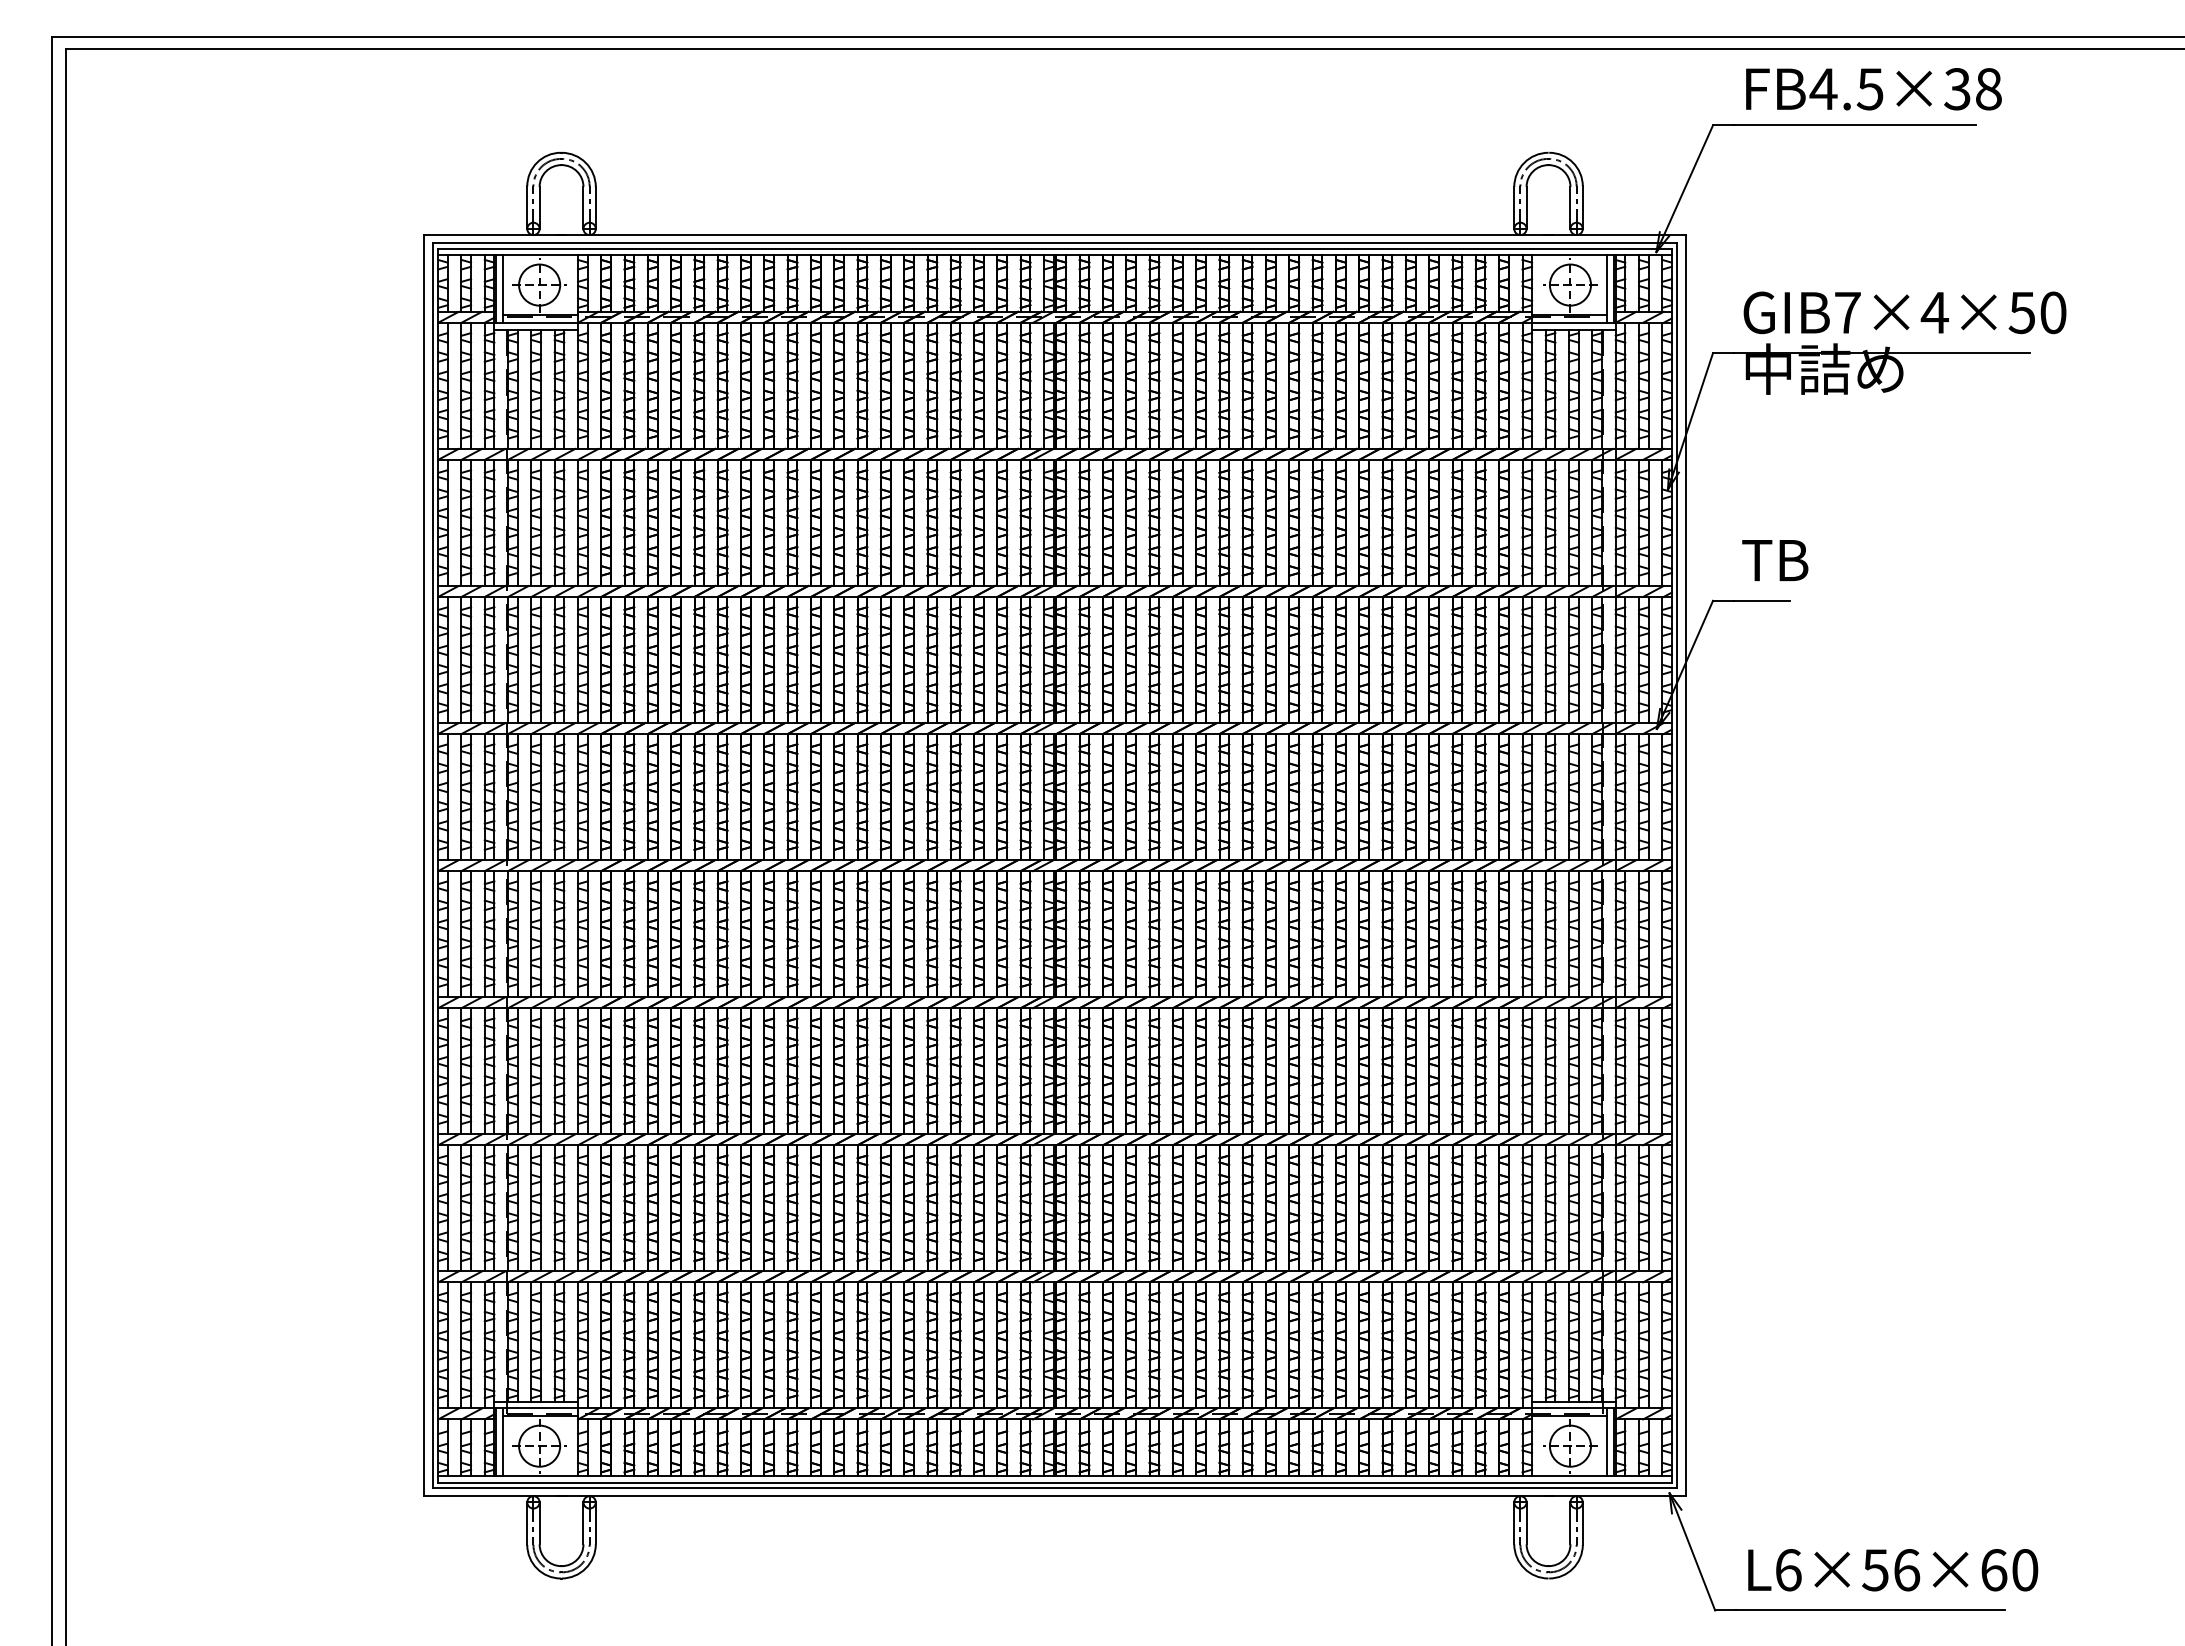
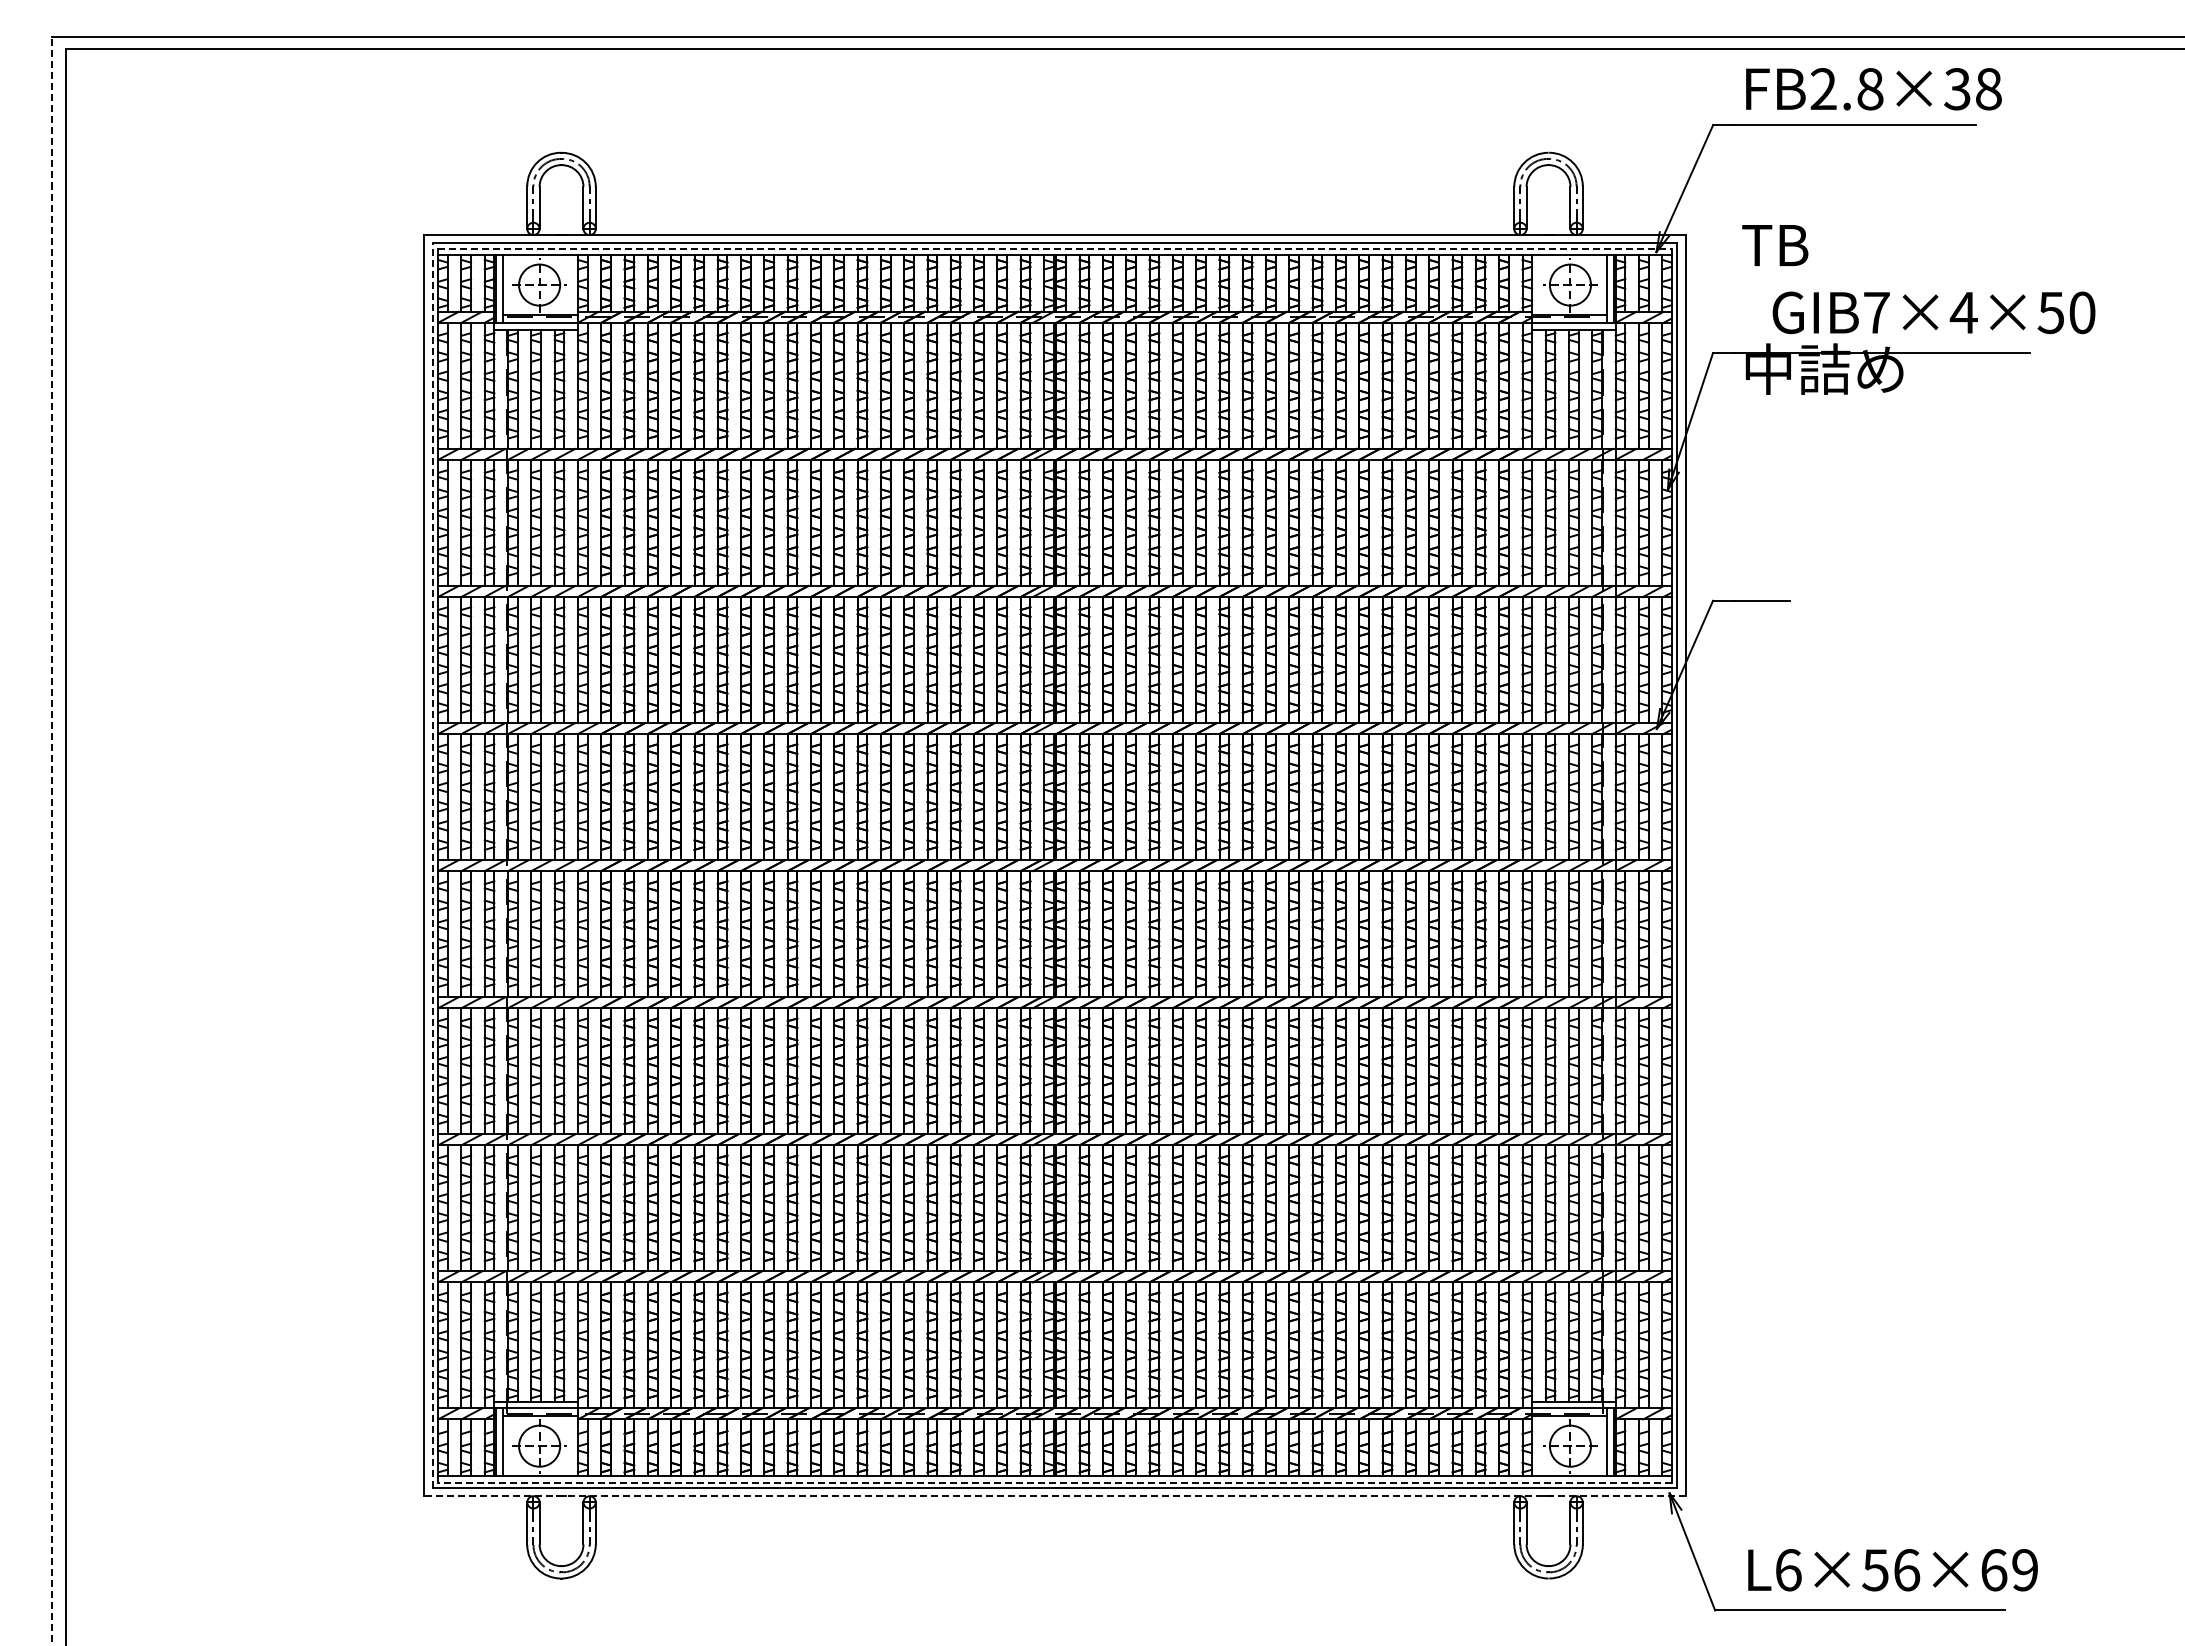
text at (1846, 89): FB4.5×38 -> FB2.8×38
line at (1055, 248): solid -> dashed
text at (1904, 312) position: (1904, 312) -> (1933, 312)
text at (1775, 560) position: (1775, 560) -> (1775, 245)
line at (51, 840): solid -> dashed
line at (432, 865): solid -> dashed
line at (1055, 1482): solid -> dashed
line at (1055, 1496): solid -> dashed
text at (2025, 1570): L6×56×60 -> L6×56×69
